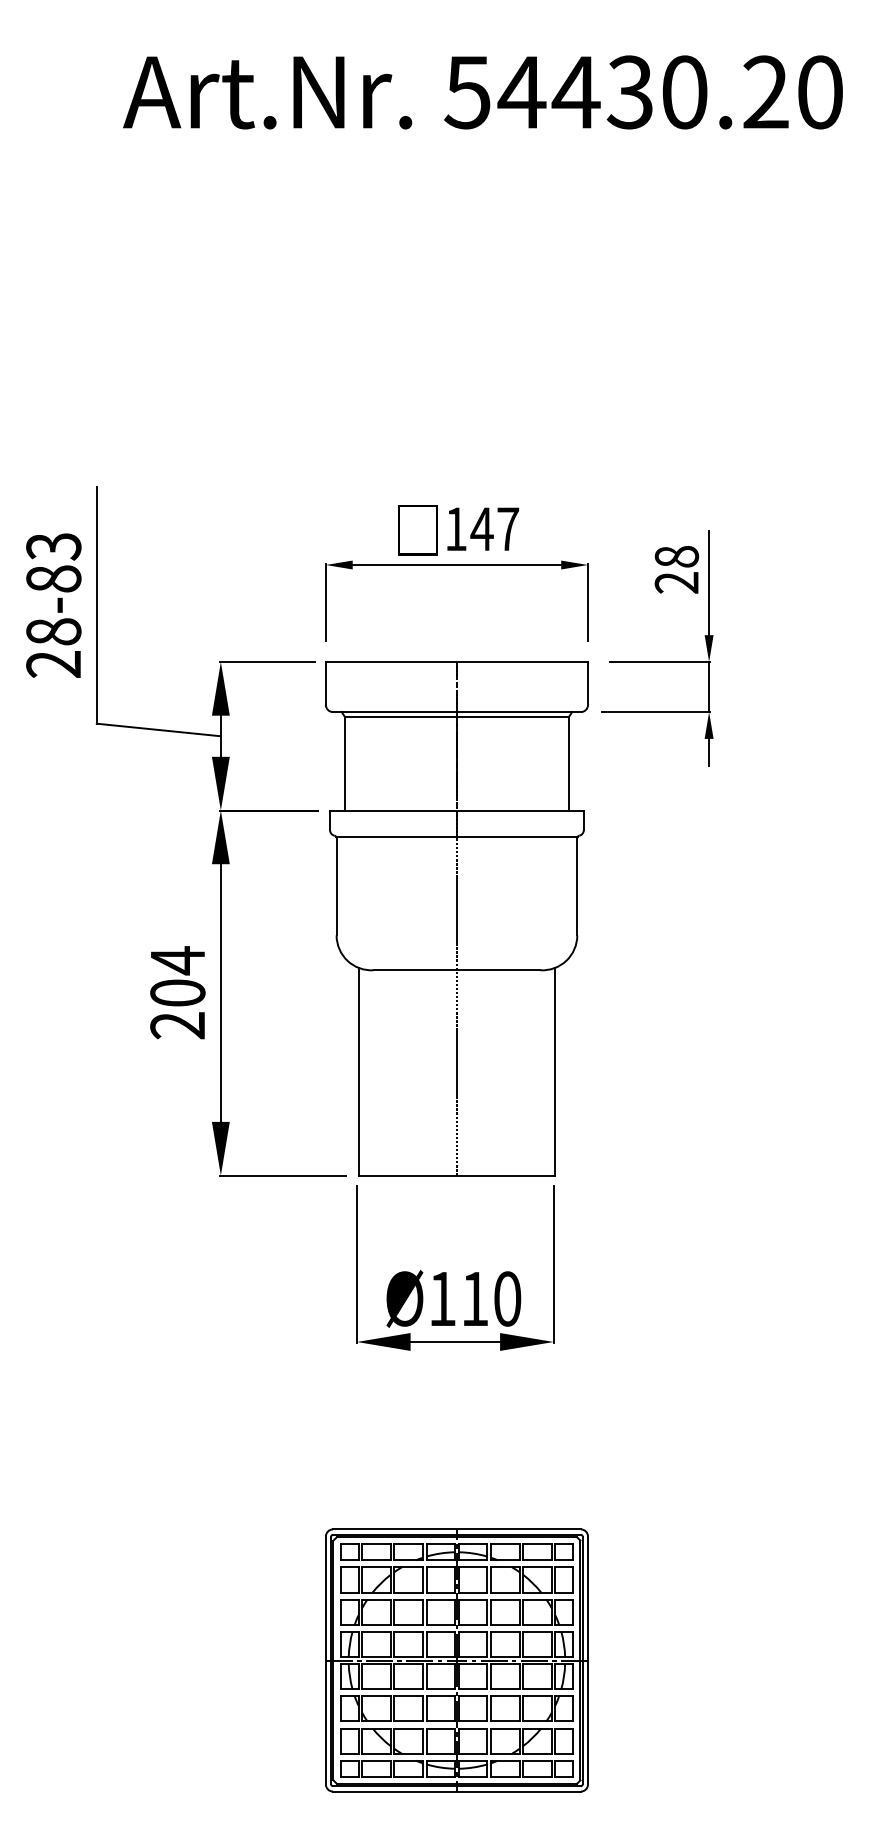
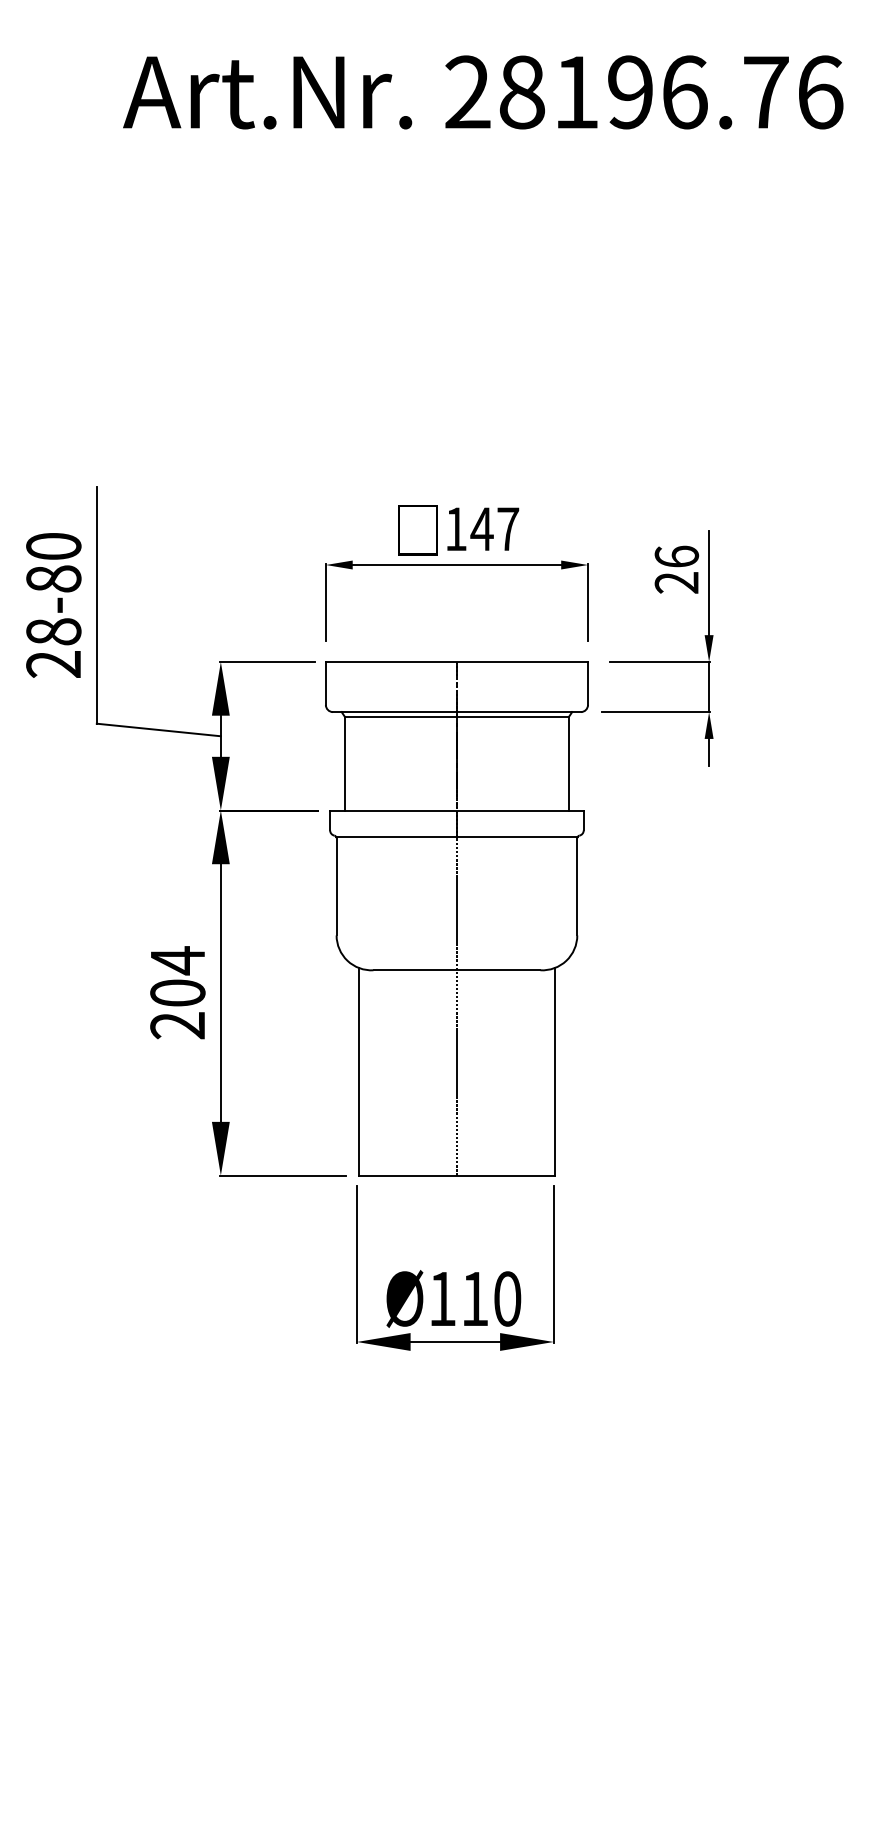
text at (643, 92): 54430.20 -> 28196.76
text at (53, 546): 28-83 -> 28-80
text at (676, 556): 28 -> 26
part at (456, 1660): present -> none
